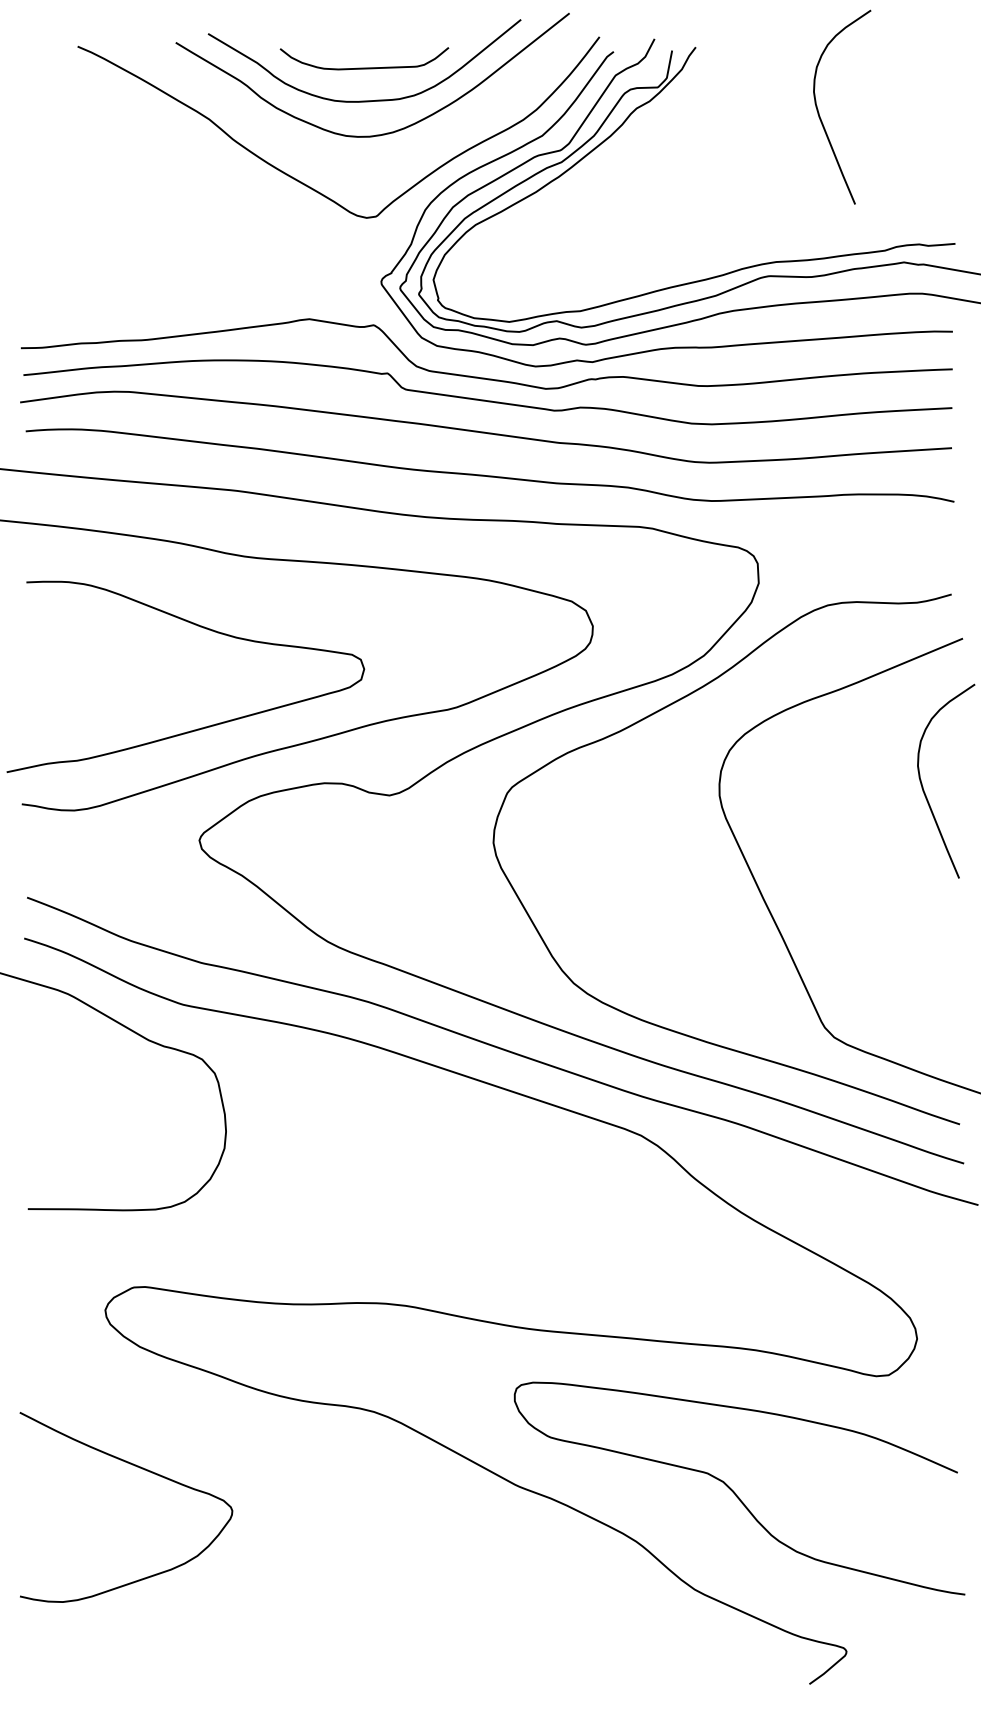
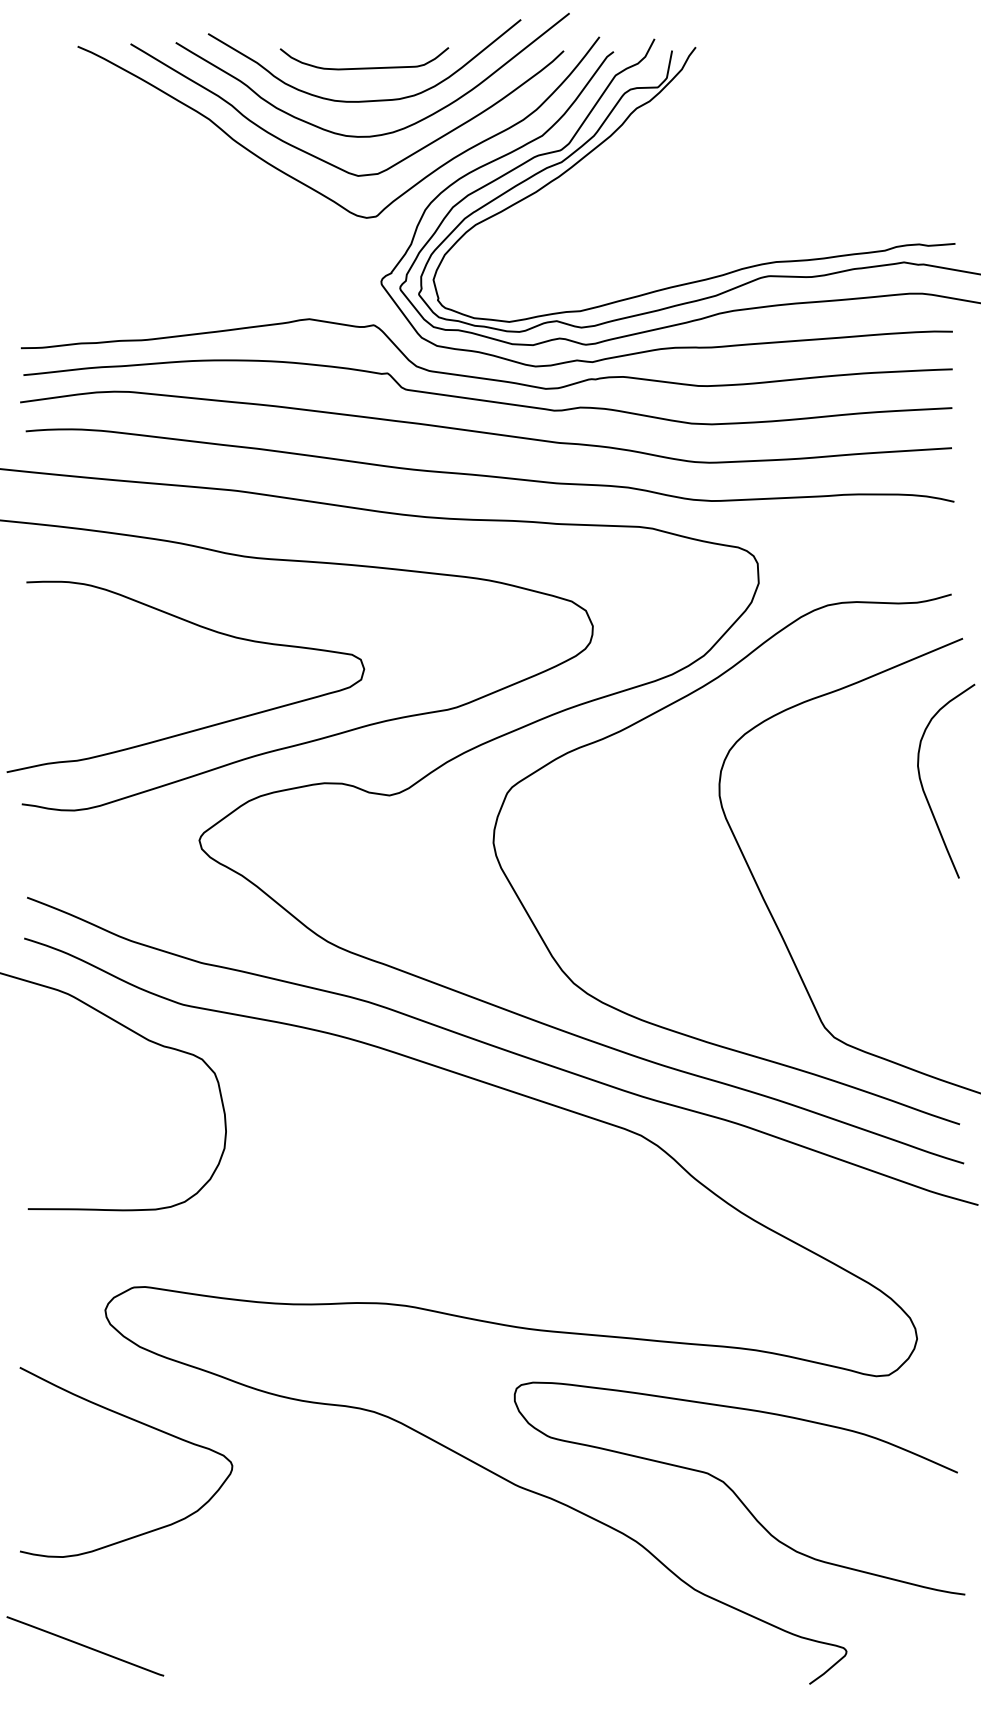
curve at (819, 112): present -> none
curve at (323, 159): none -> present
curve at (139, 1468) position: (139, 1468) -> (139, 1423)
line at (85, 1646): none -> present
